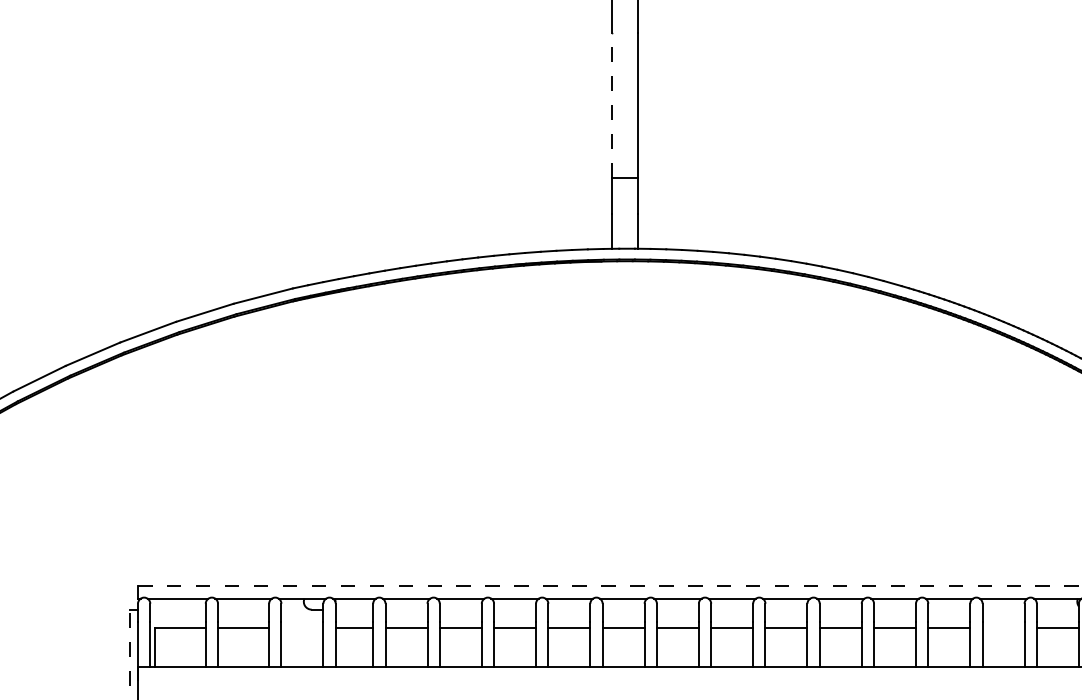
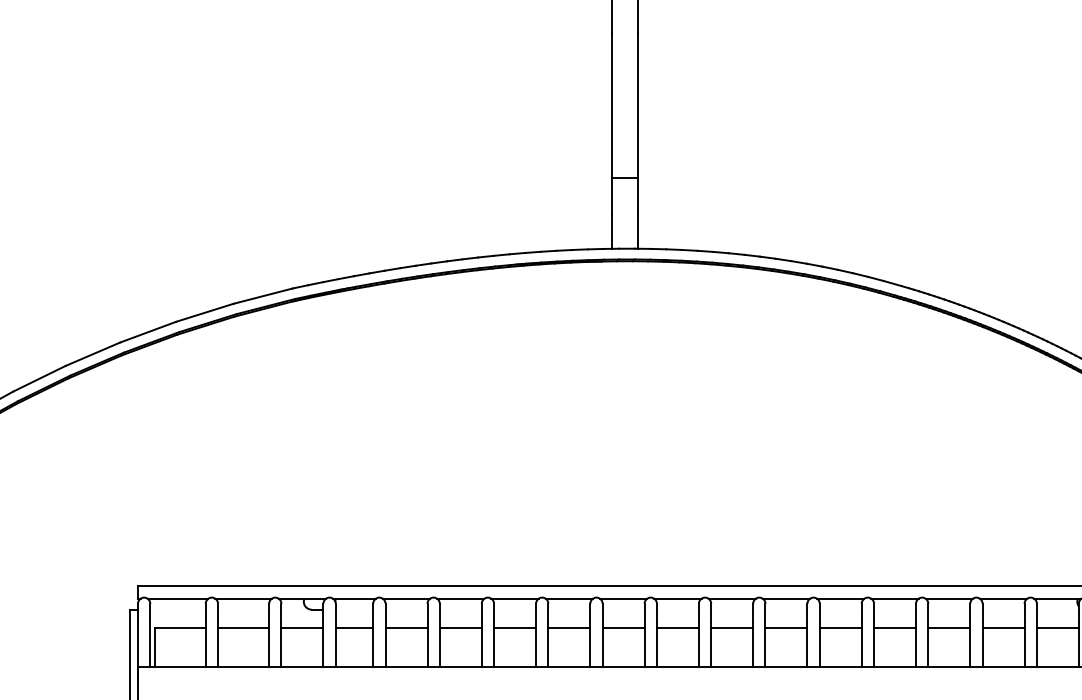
line at (611, 104): dashed -> solid
line at (609, 586): dashed -> solid
line at (302, 627): none -> present
line at (1003, 627): none -> present
line at (129, 654): dashed -> solid
